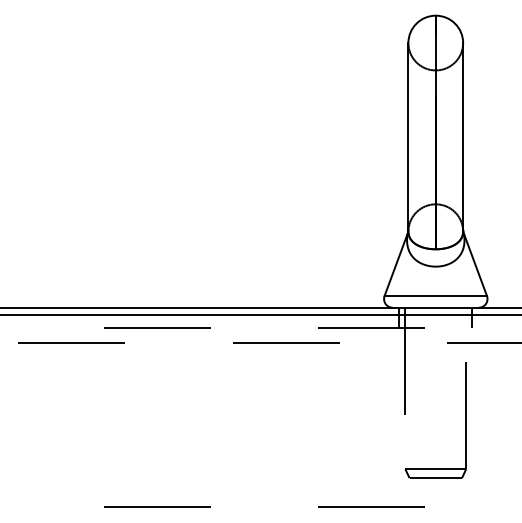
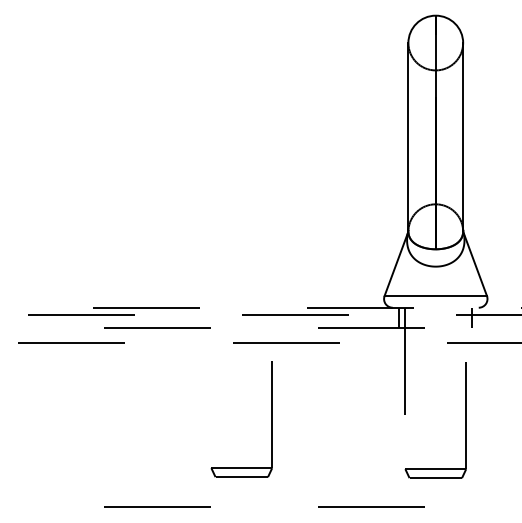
line at (260, 307): solid -> dashed
line at (260, 315): solid -> dashed
part at (271, 419): none -> present
